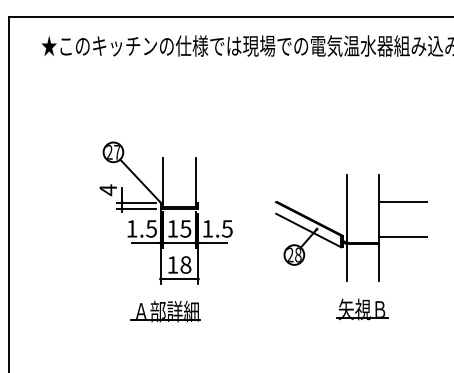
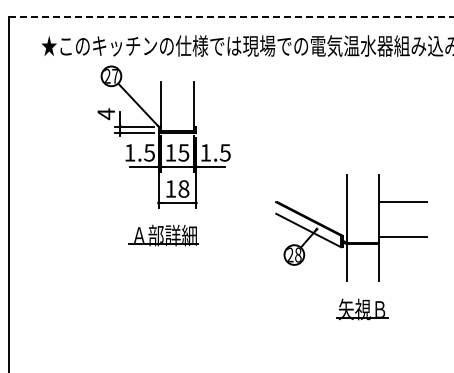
line at (231, 17): solid -> dashed
part at (165, 231) position: (165, 231) -> (163, 155)
